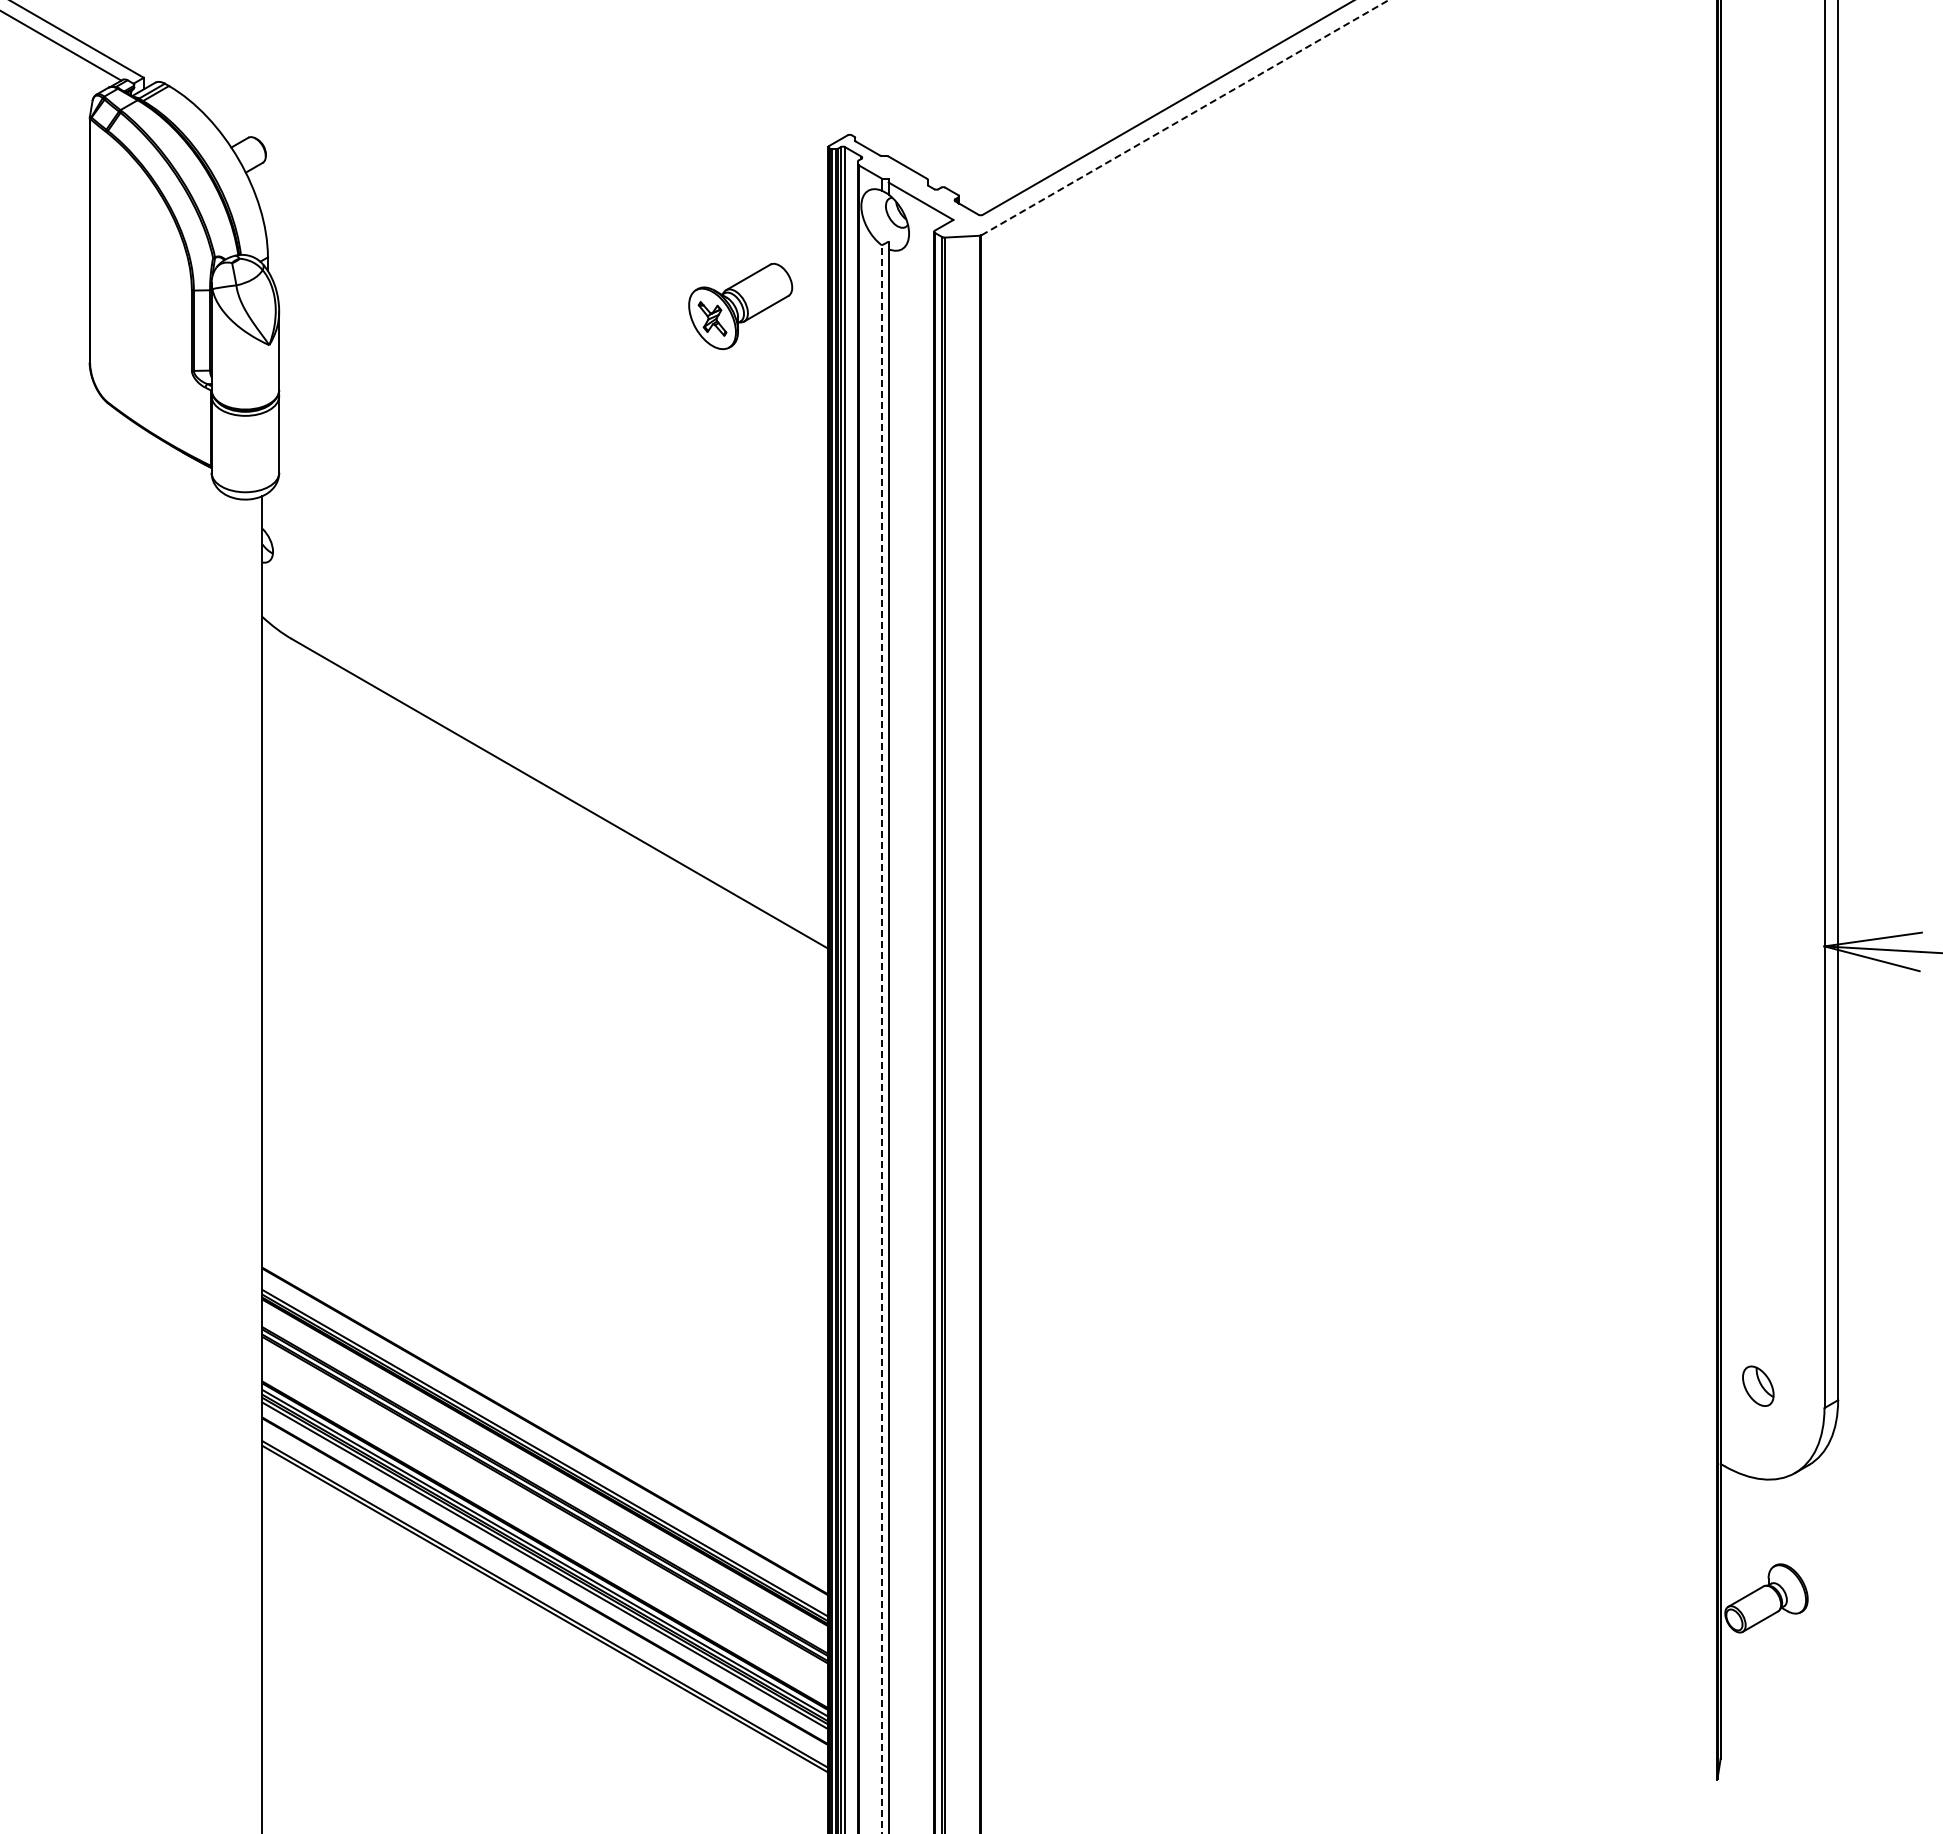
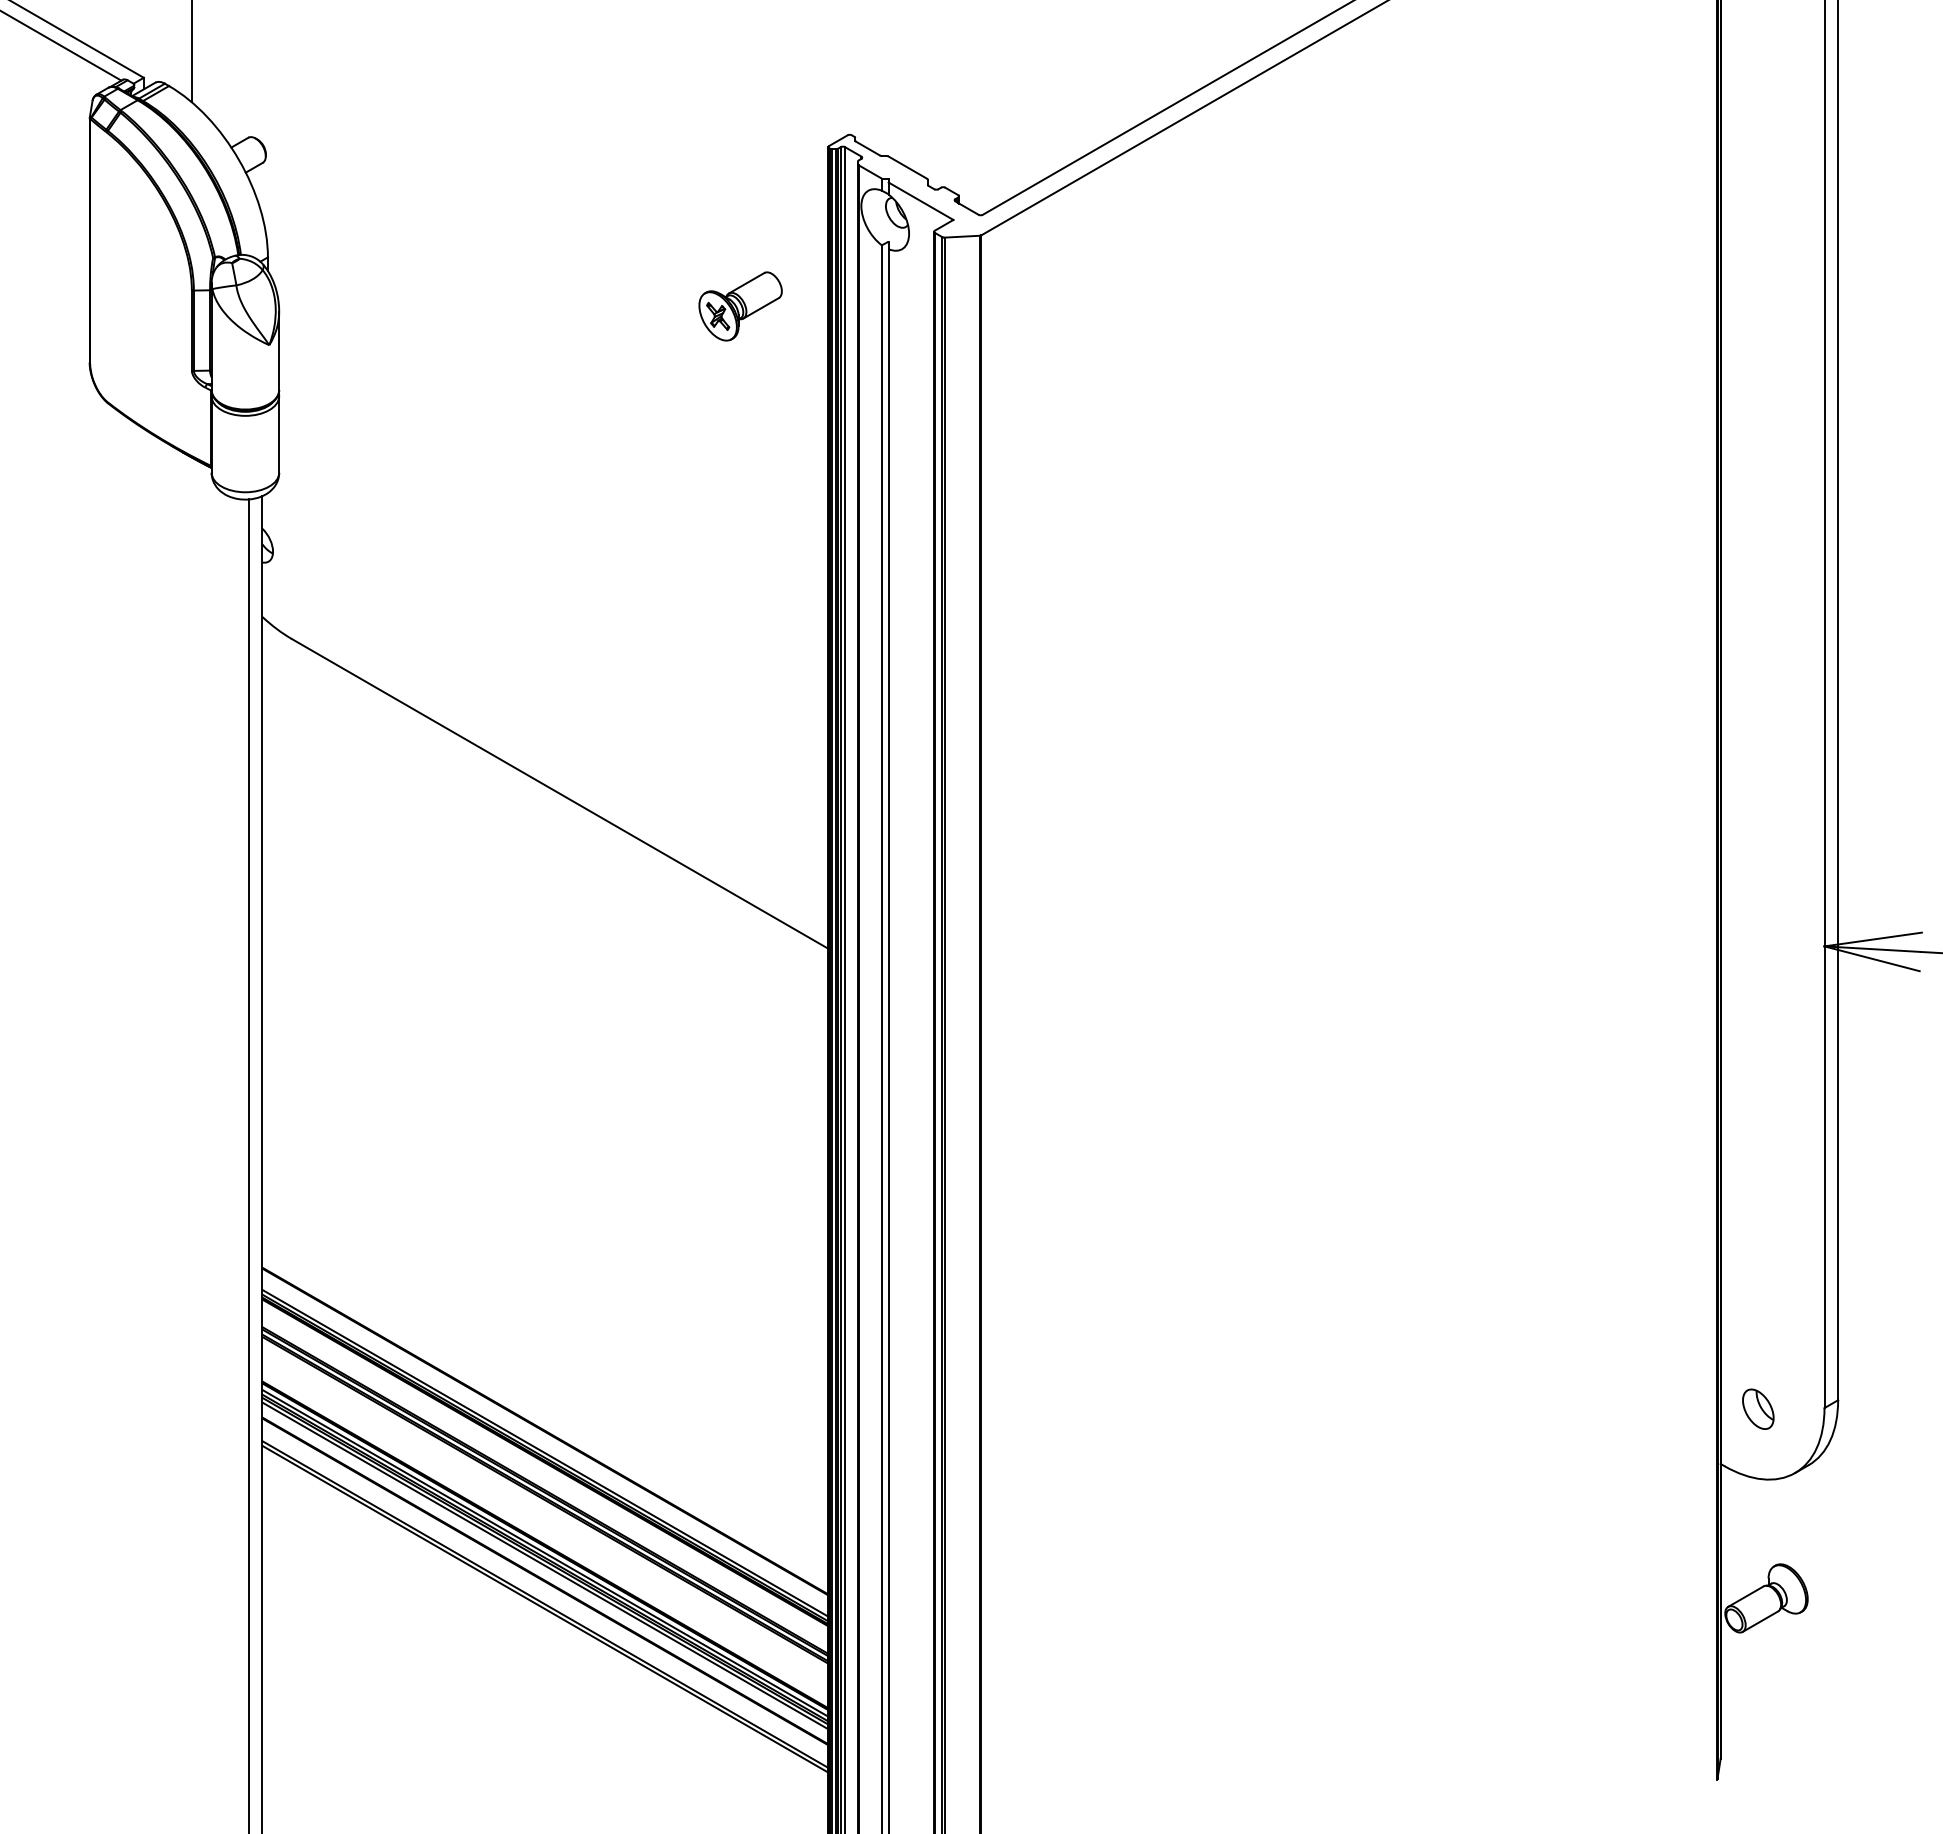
line at (191, 52): none -> present
line at (1184, 117): dashed -> solid
part at (740, 306) size: 106x89 px -> 85x71 px
line at (881, 1039): dashed -> solid
line at (248, 1164): none -> present
part at (1758, 1385) position: (1758, 1385) -> (1758, 1408)
